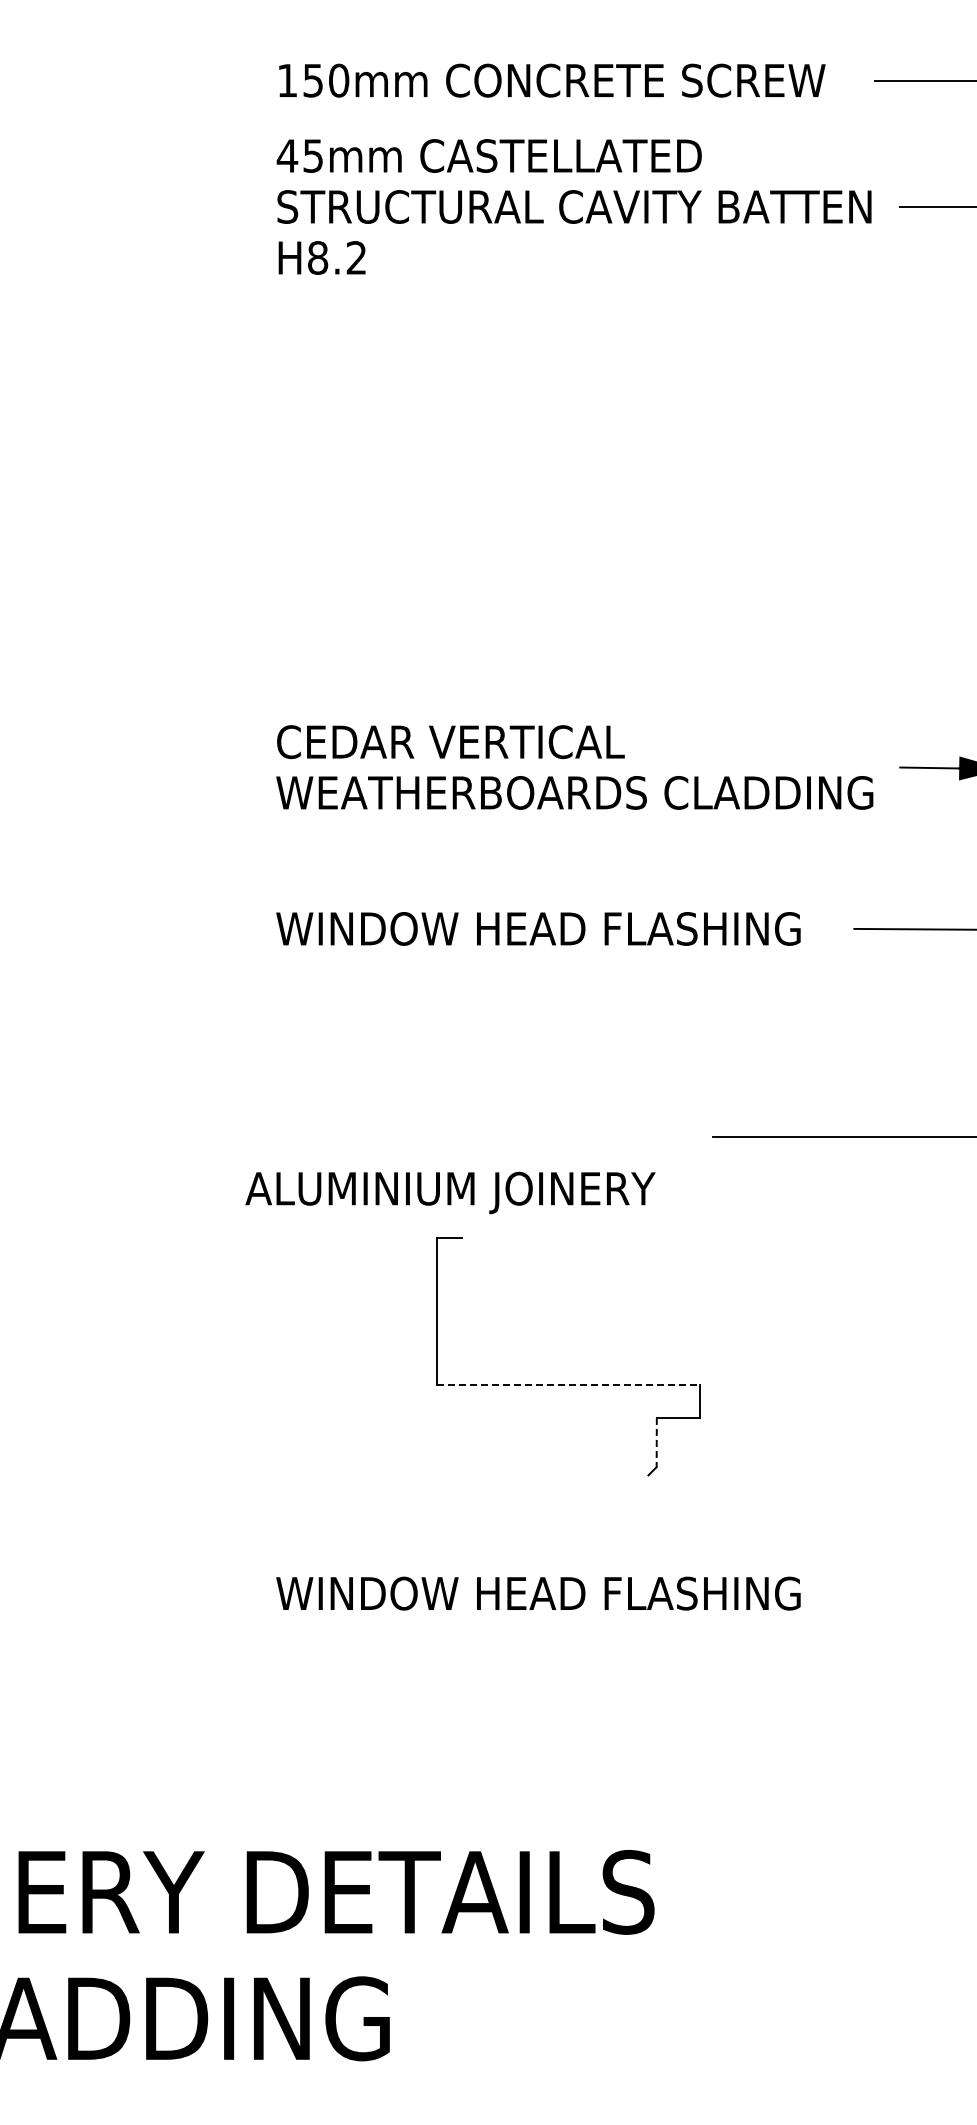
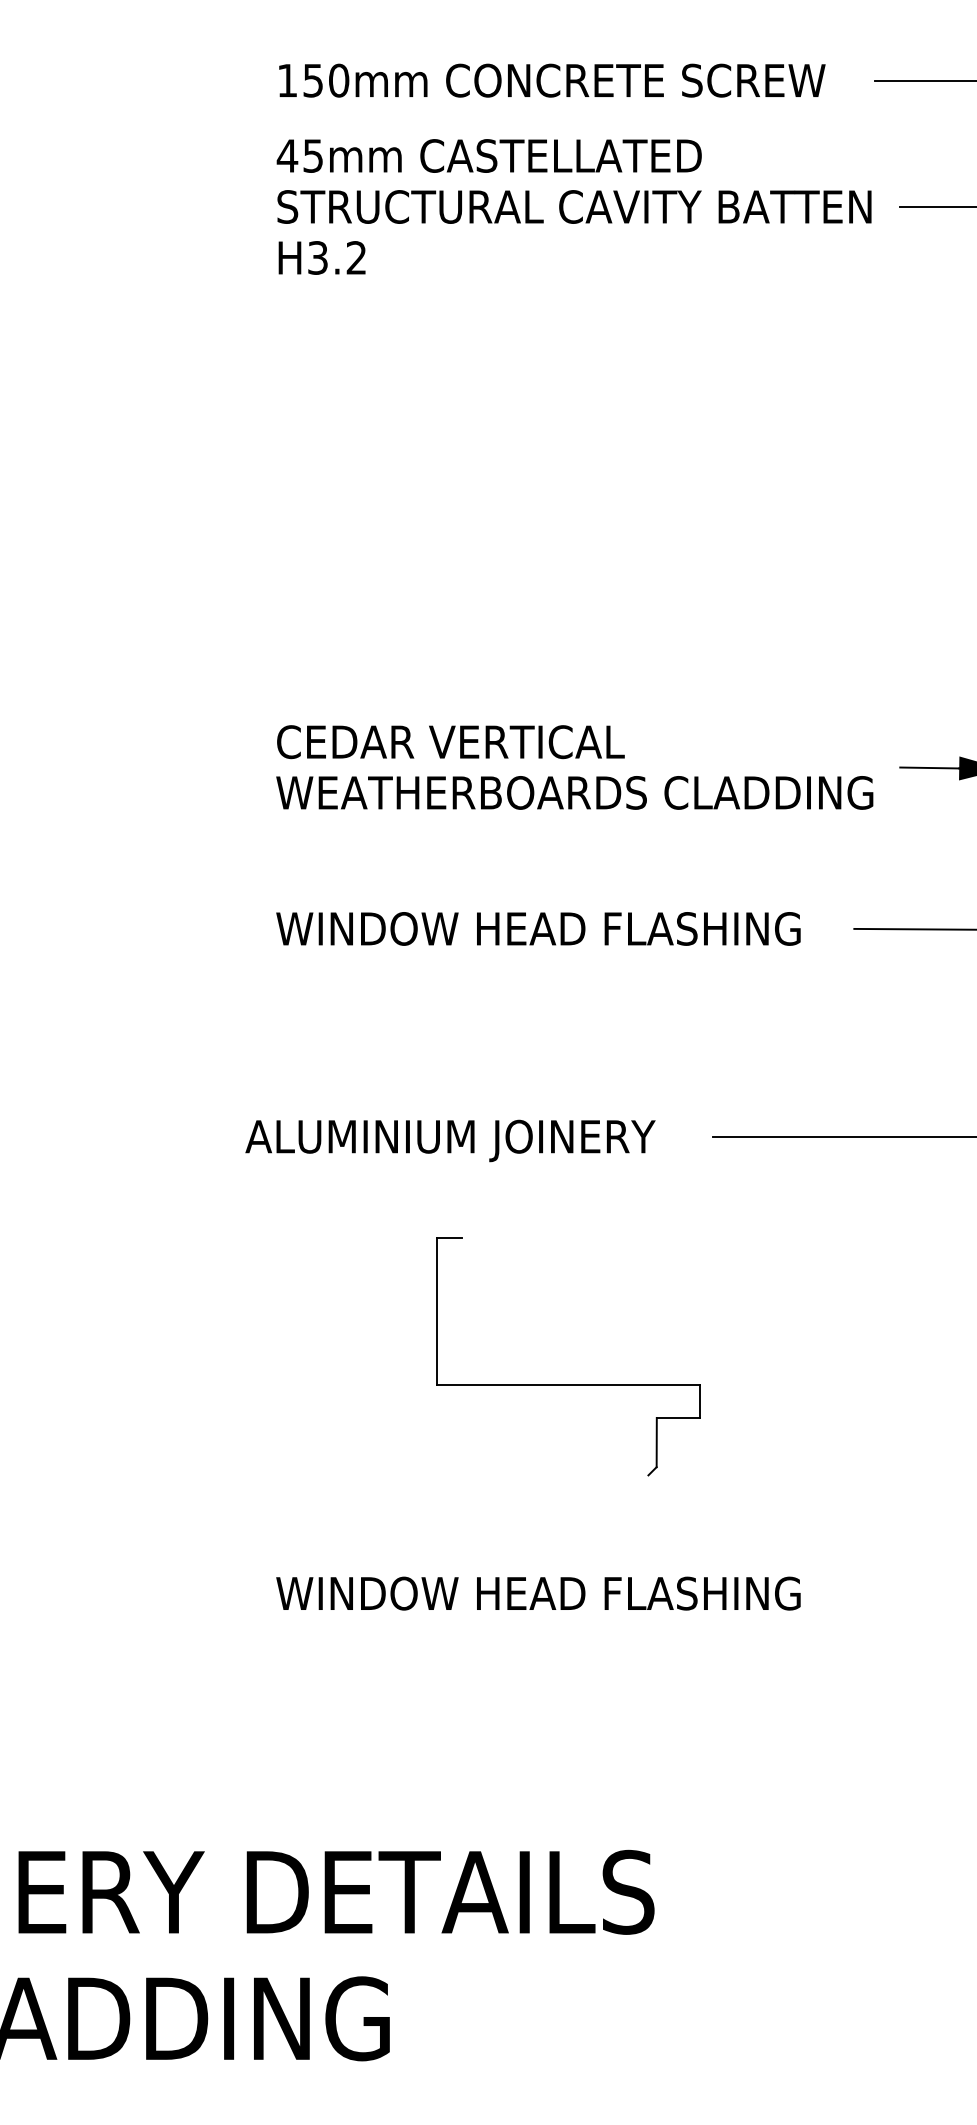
text at (318, 257): H8.2 -> H3.2
text at (450, 1192) position: (450, 1192) -> (450, 1140)
line at (569, 1385): dashed -> solid
line at (656, 1442): dashed -> solid
